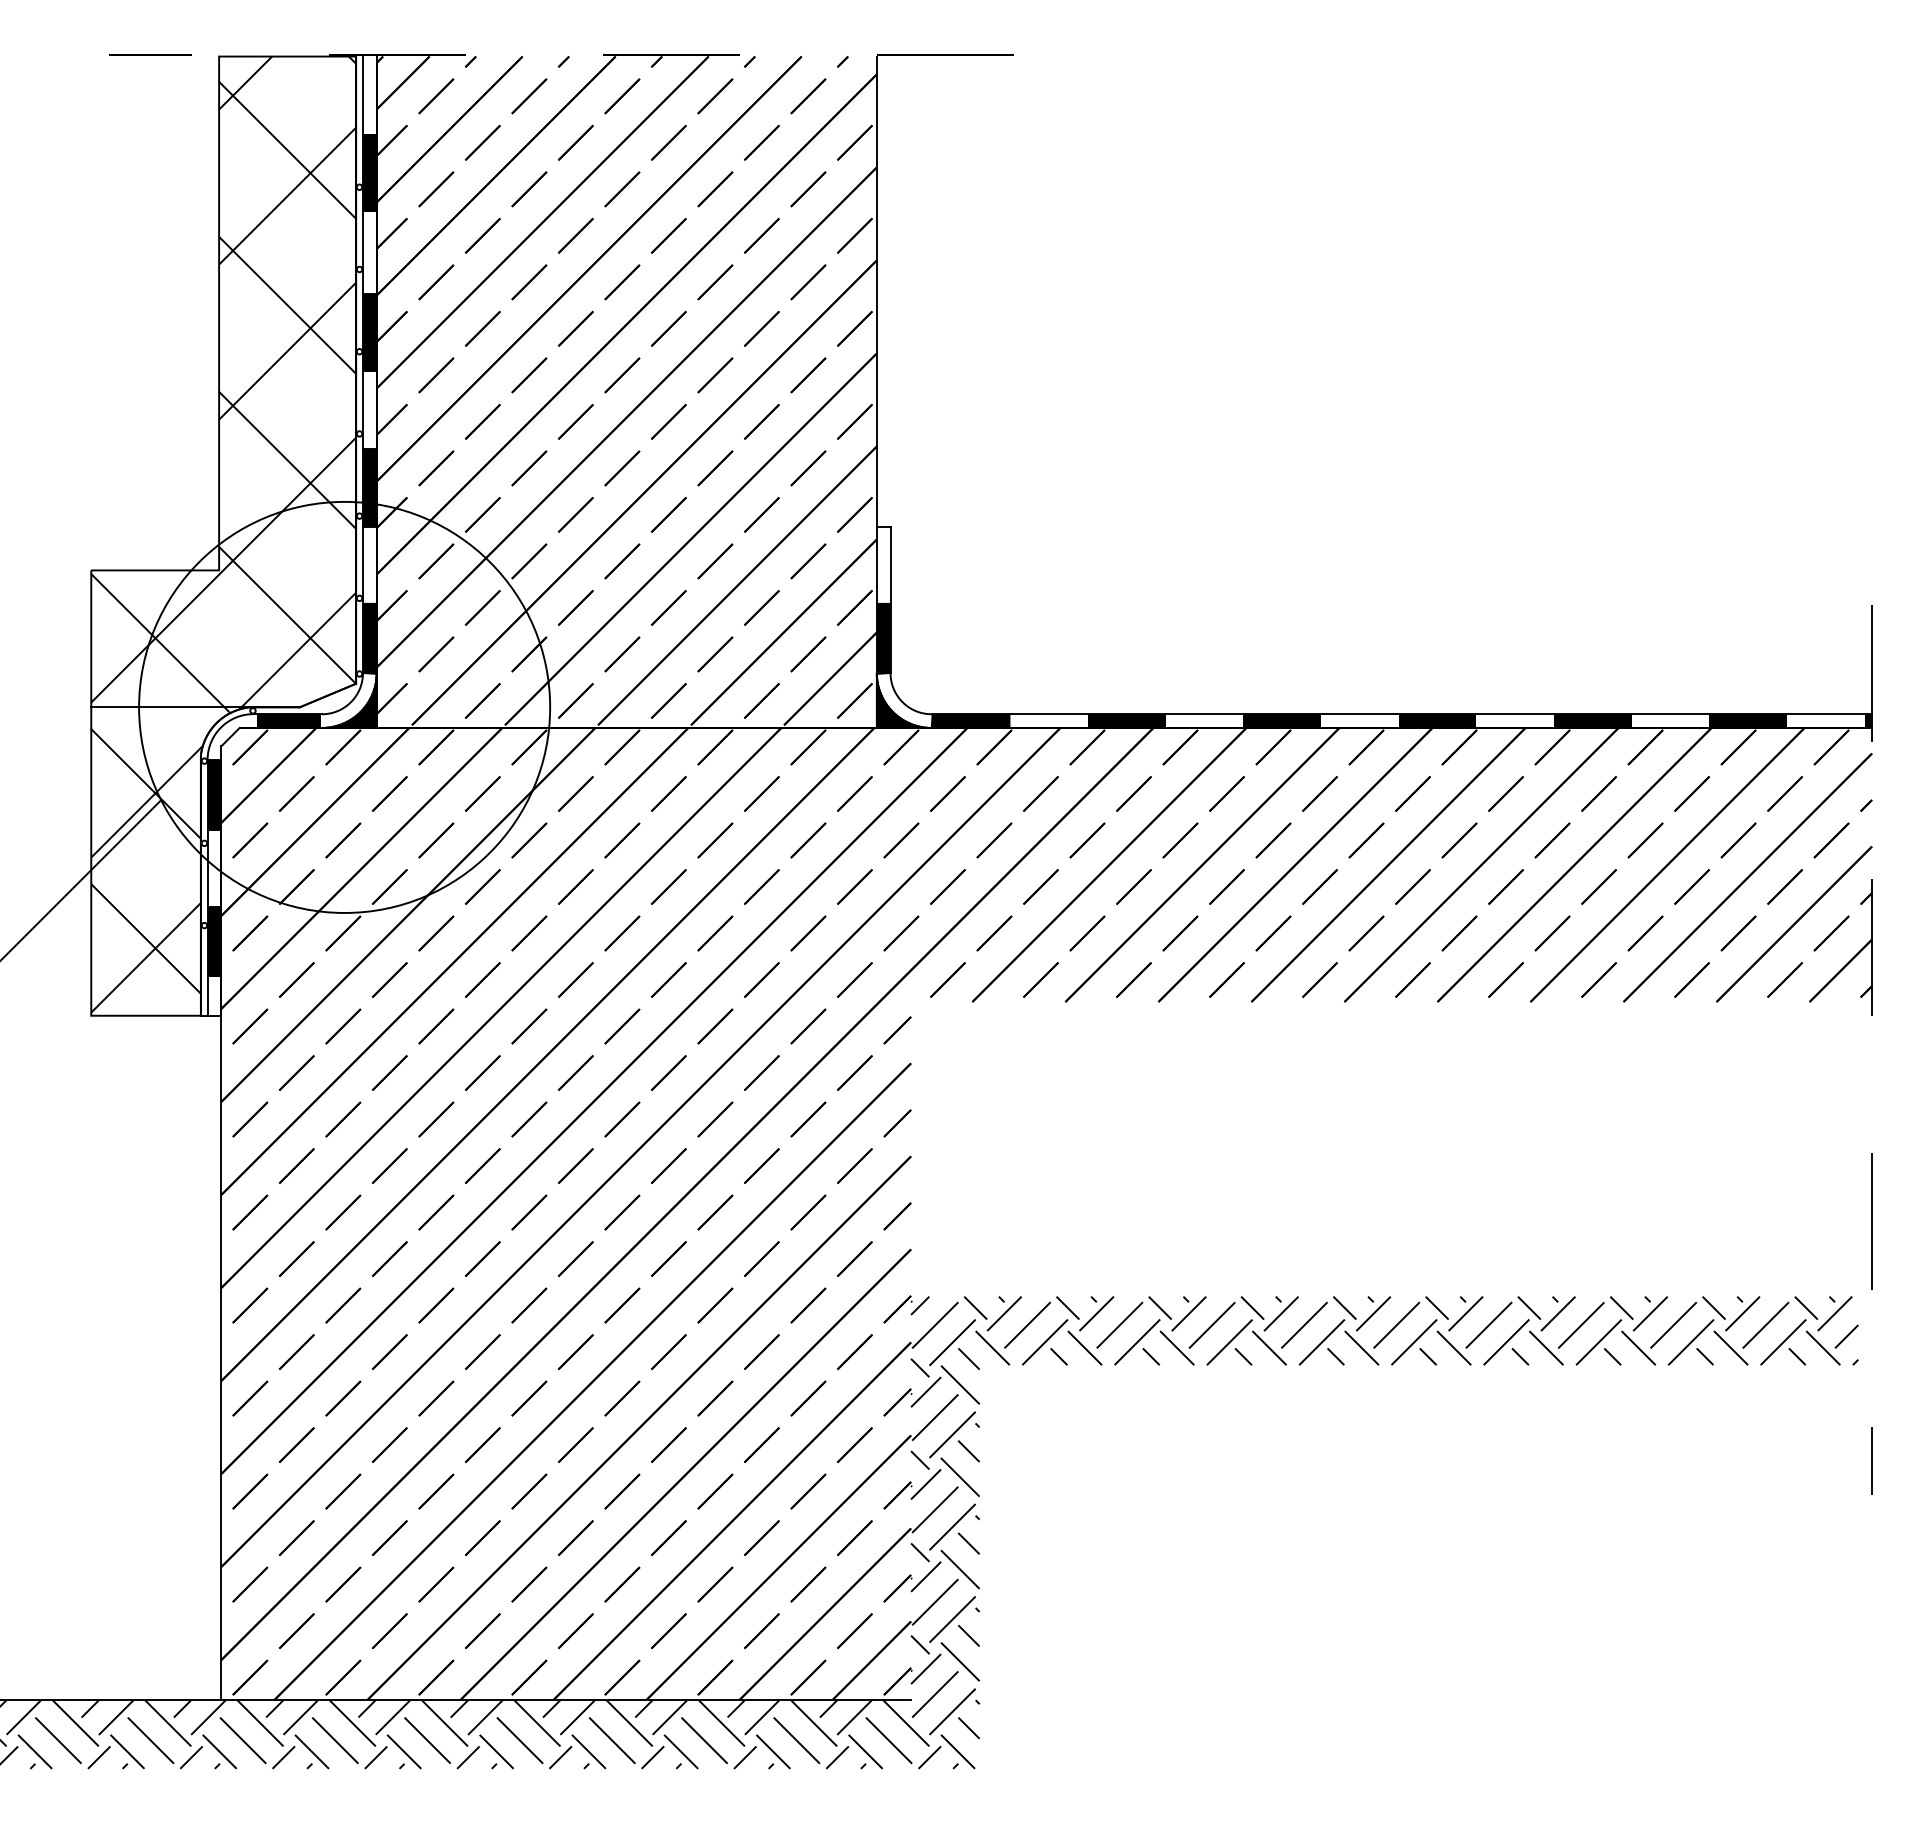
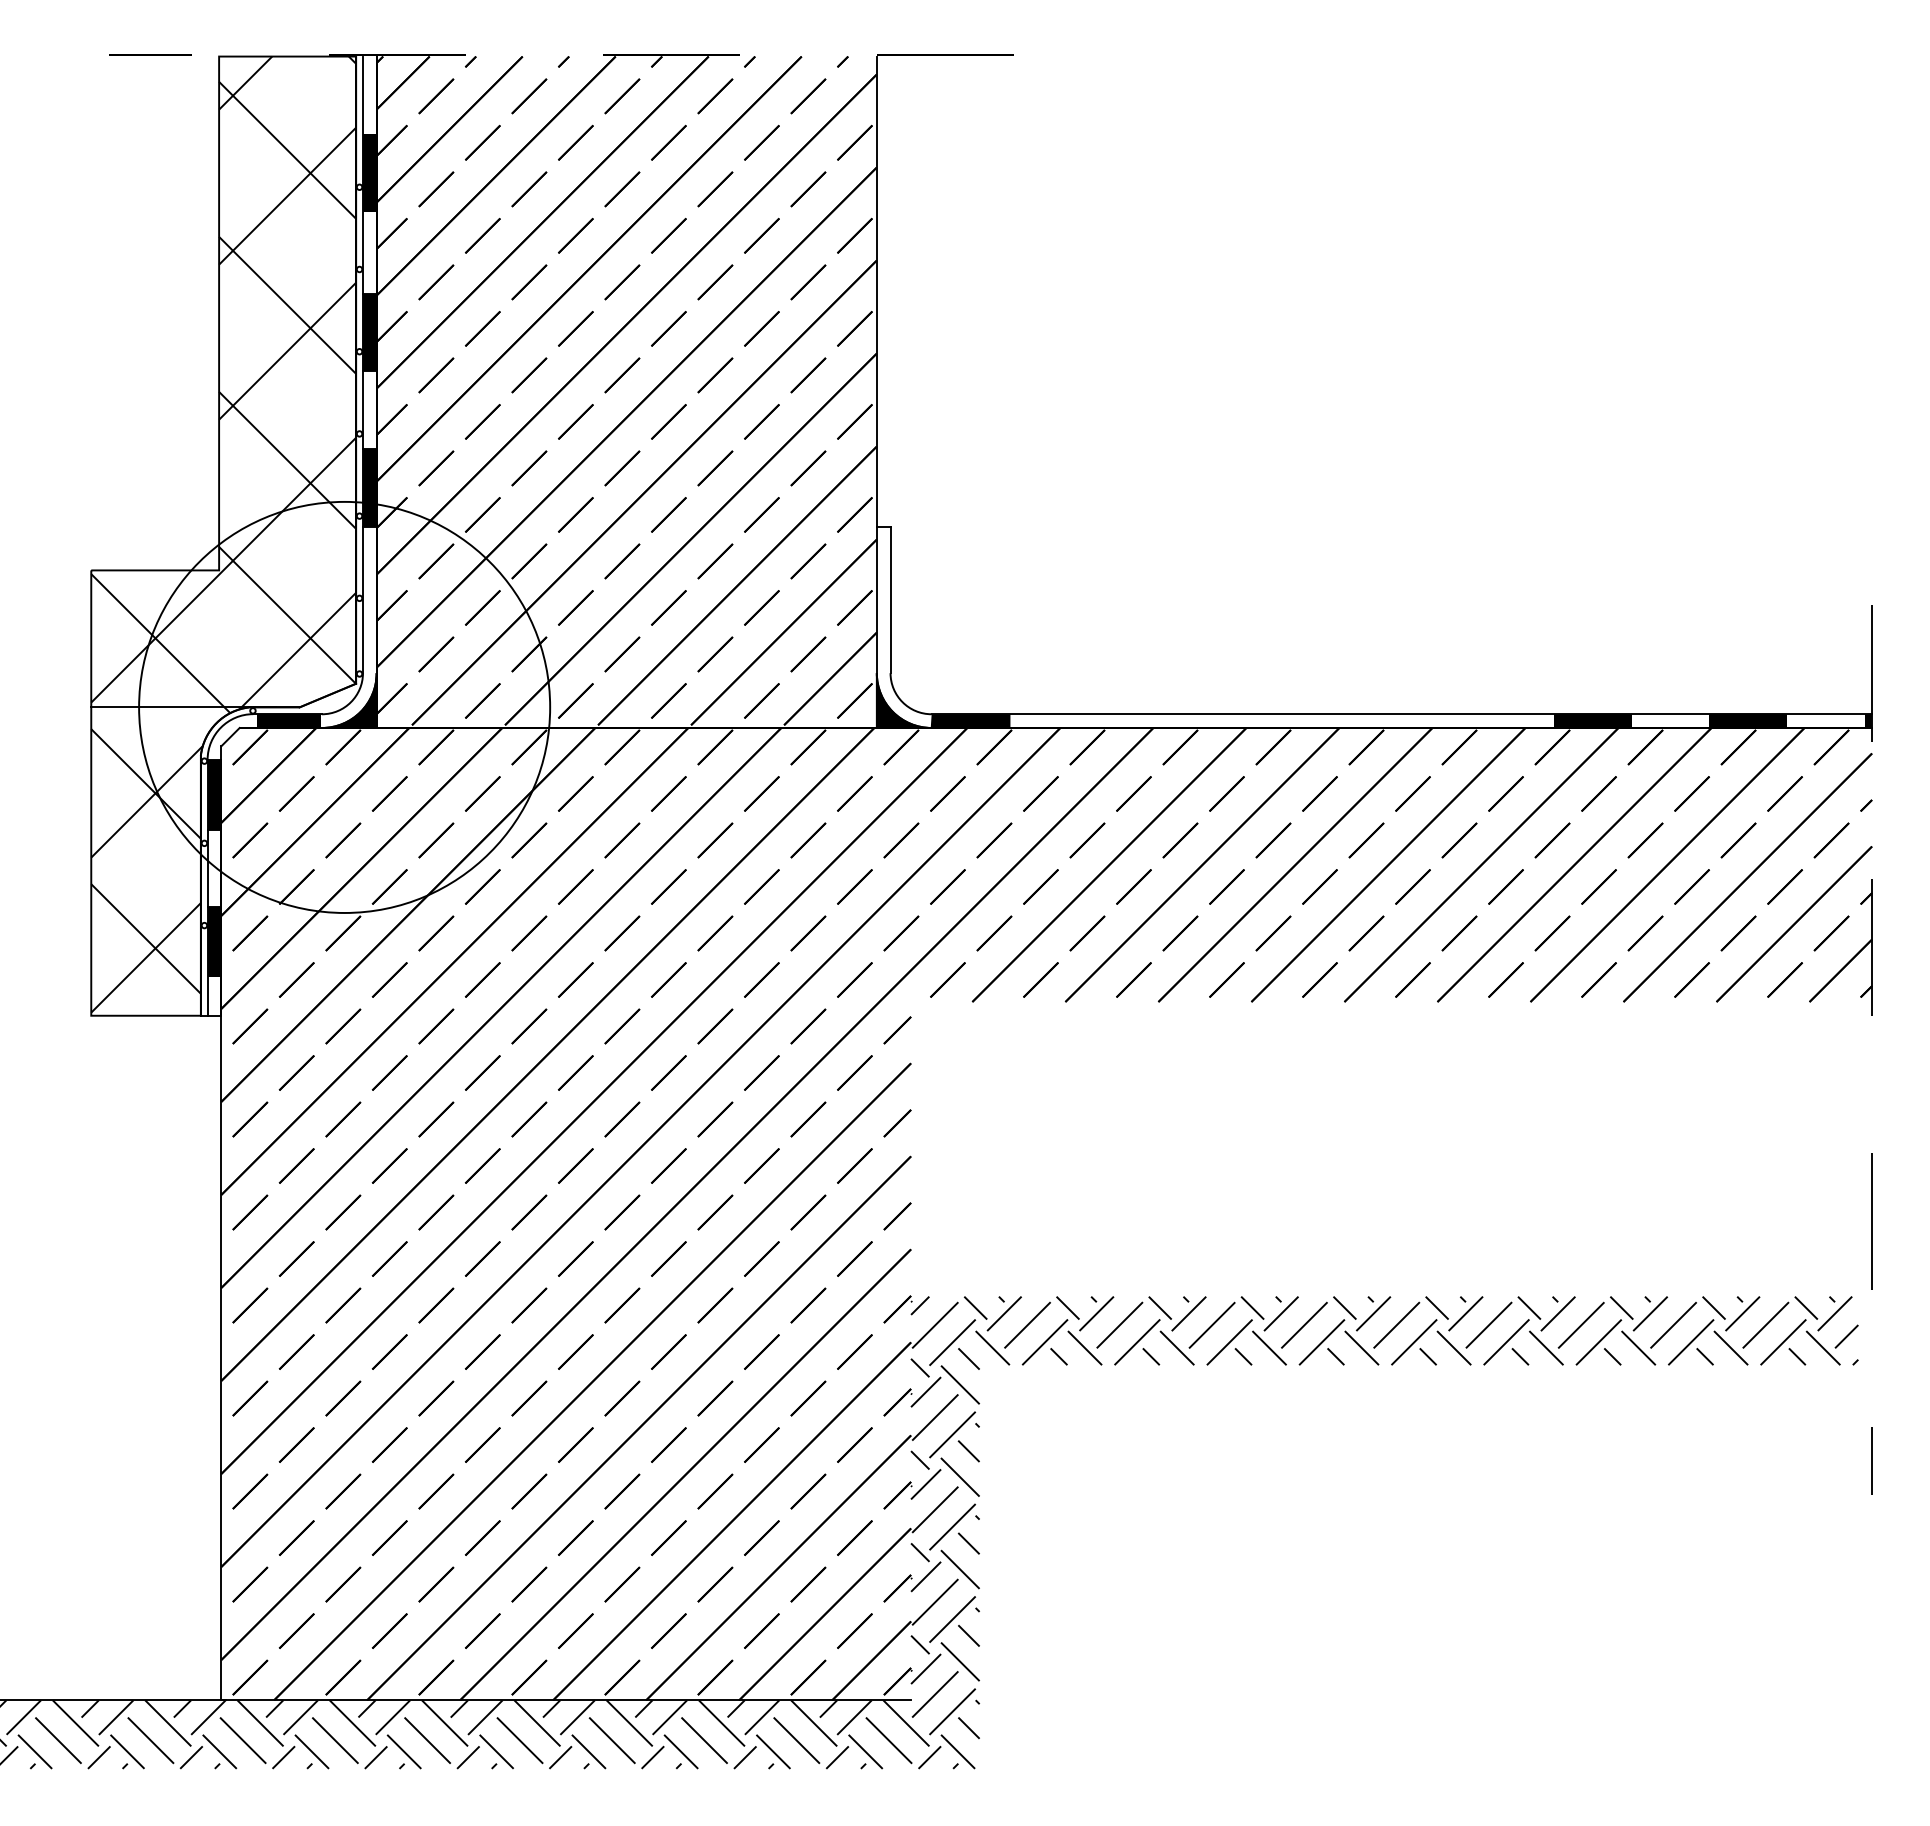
fill at (369, 638): present -> none
fill at (883, 638): present -> none
fill at (1126, 721): present -> none
fill at (1282, 721): present -> none
fill at (1437, 721): present -> none
line at (81, 879): present -> none
